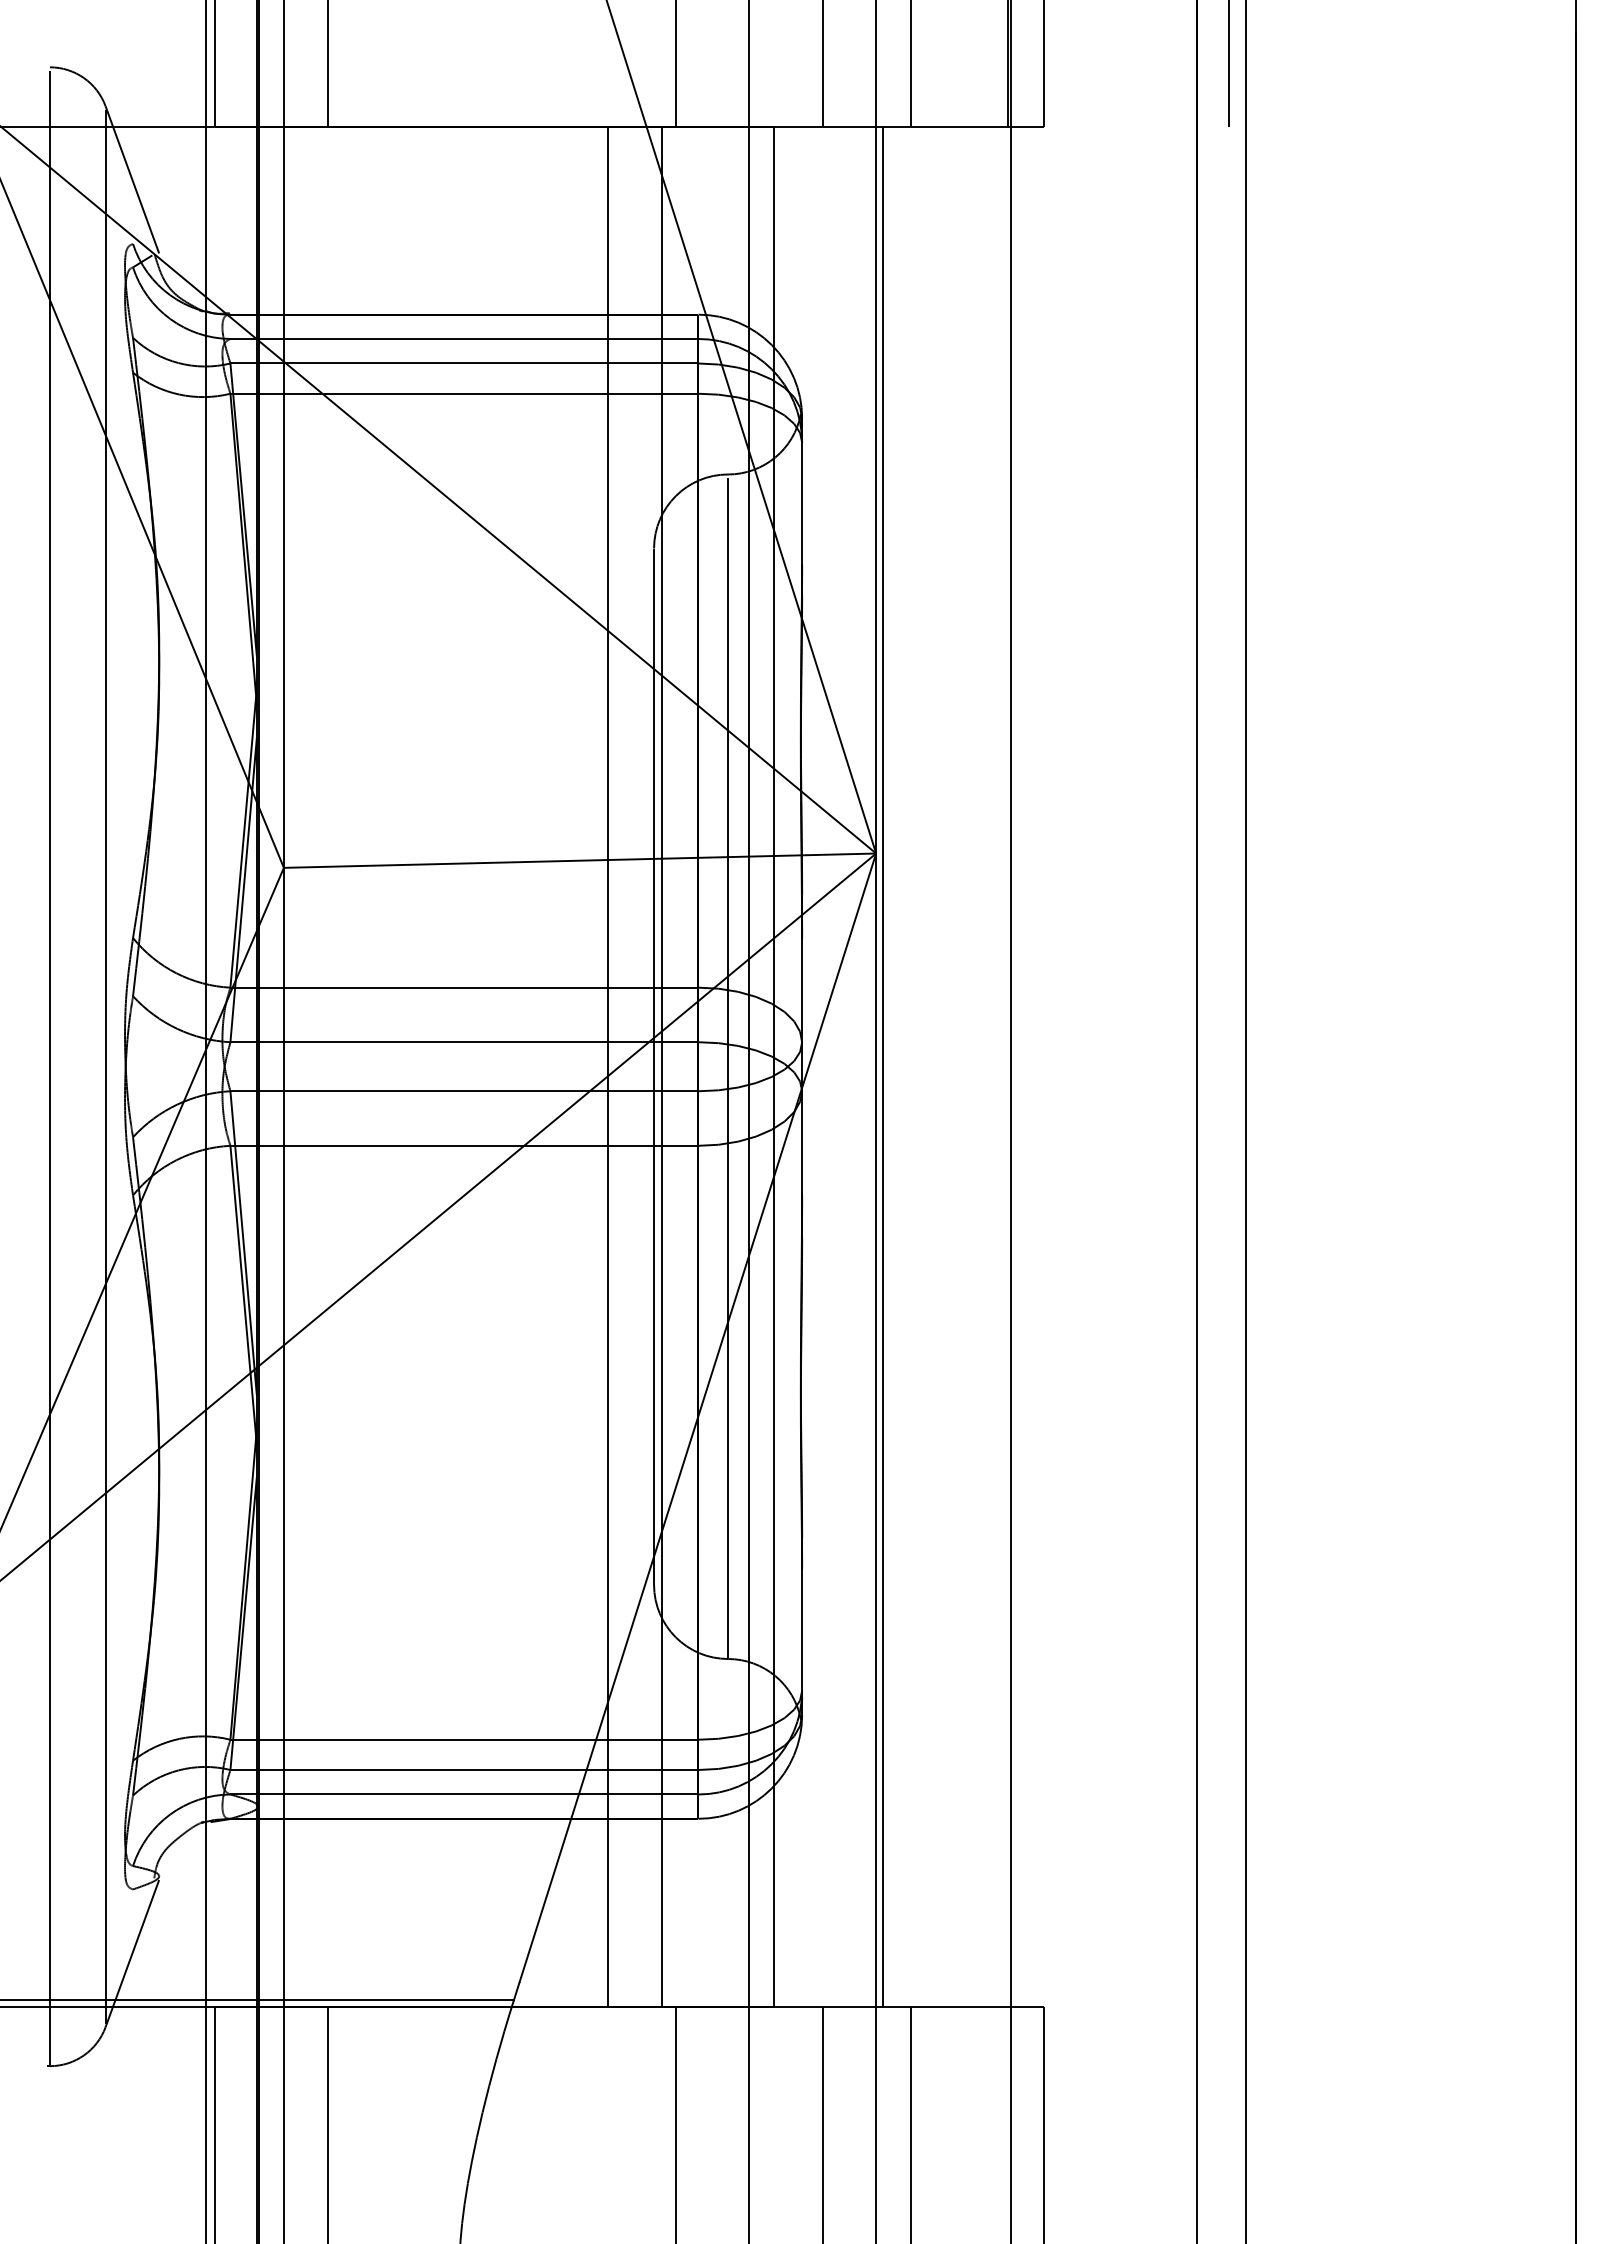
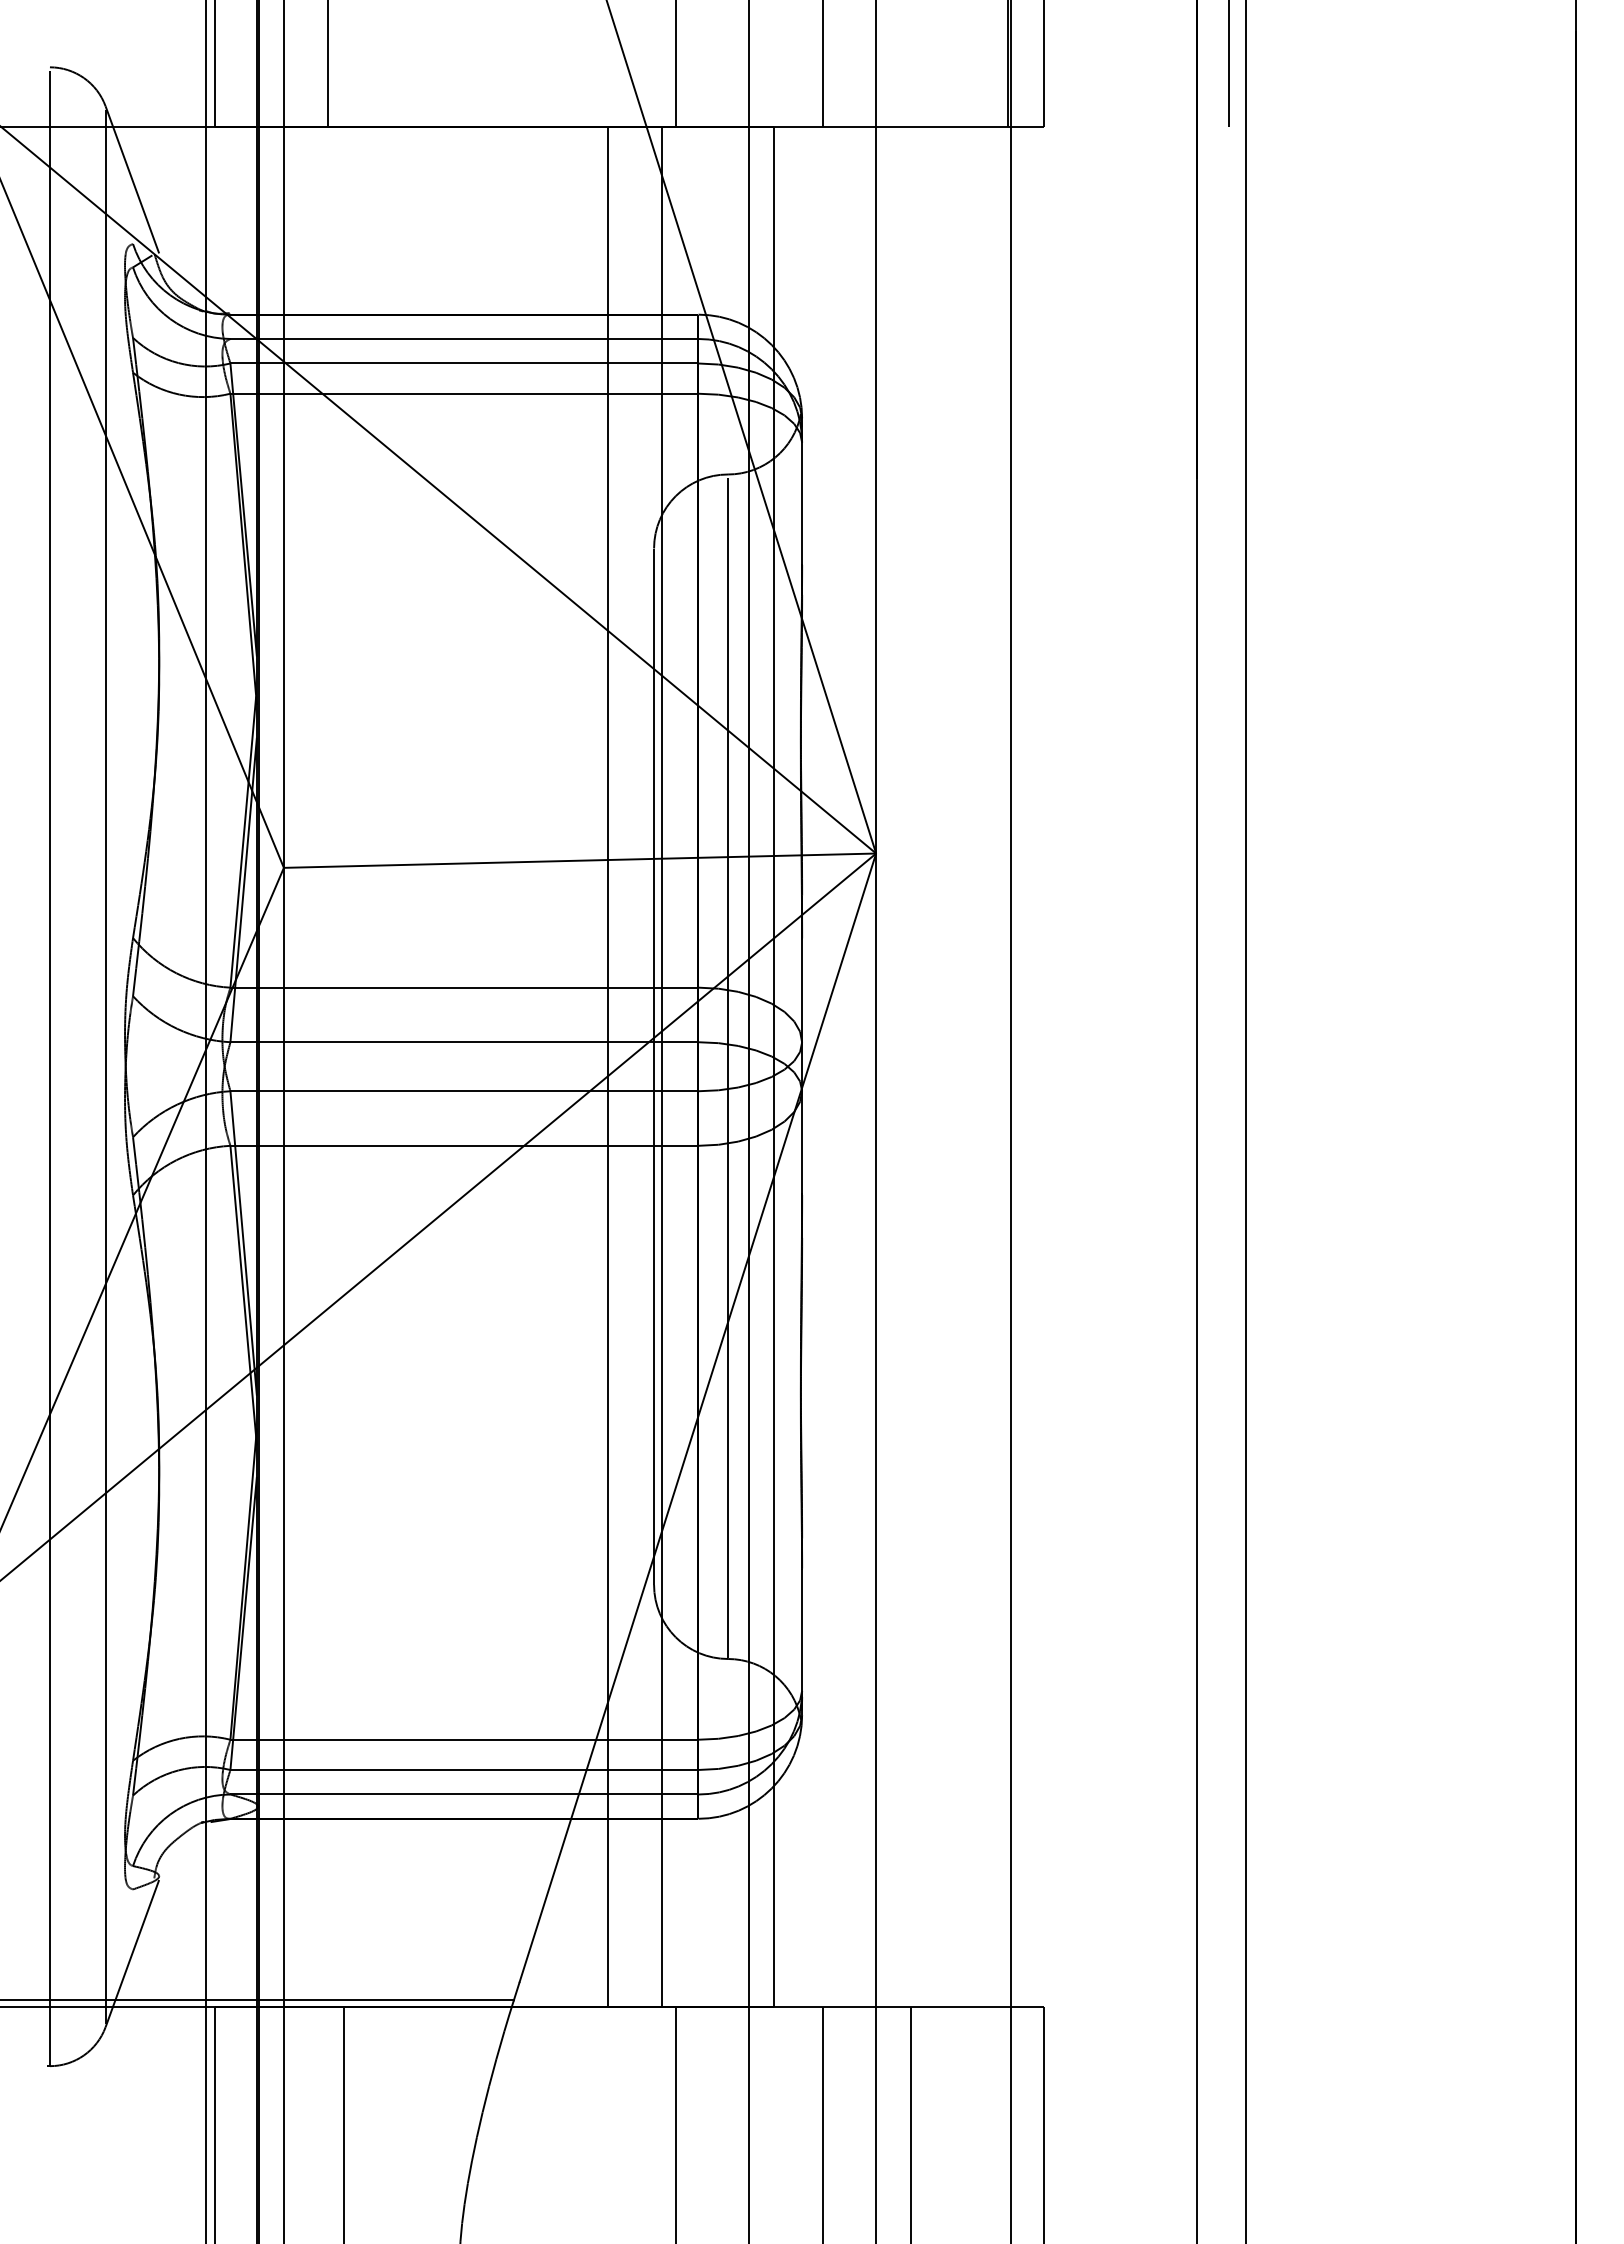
line at (911, 64): present -> none
line at (882, 1066): present -> none
line at (328, 2123) position: (328, 2123) -> (344, 2123)
